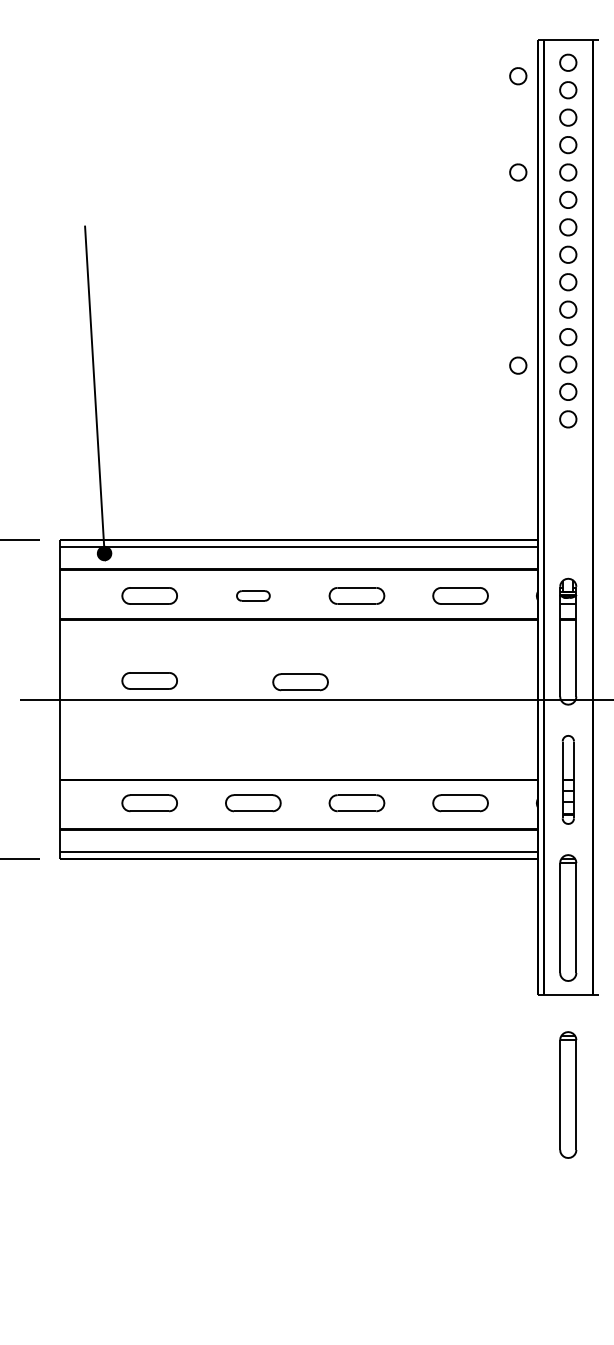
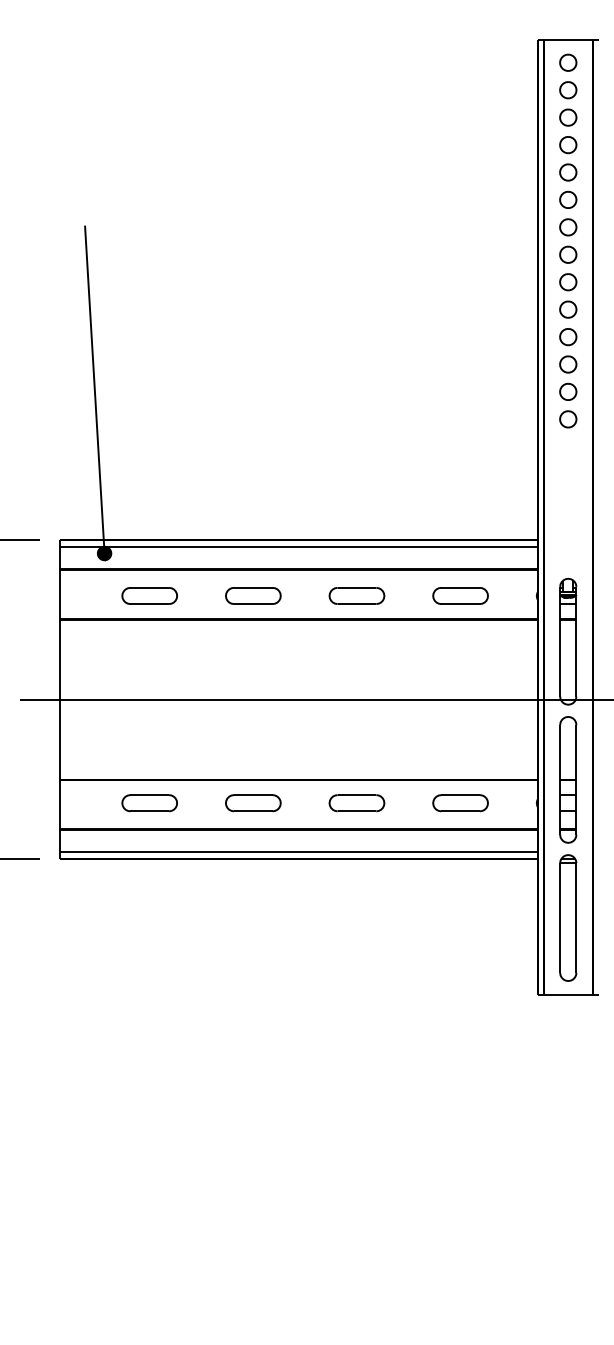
part at (518, 76): present -> none
part at (518, 172): present -> none
part at (518, 365): present -> none
part at (253, 595) size: 35x12 px -> 57x18 px
part at (149, 680): present -> none
part at (300, 682): present -> none
part at (567, 779) size: 14x90 px -> 19x128 px
part at (568, 1094): present -> none
